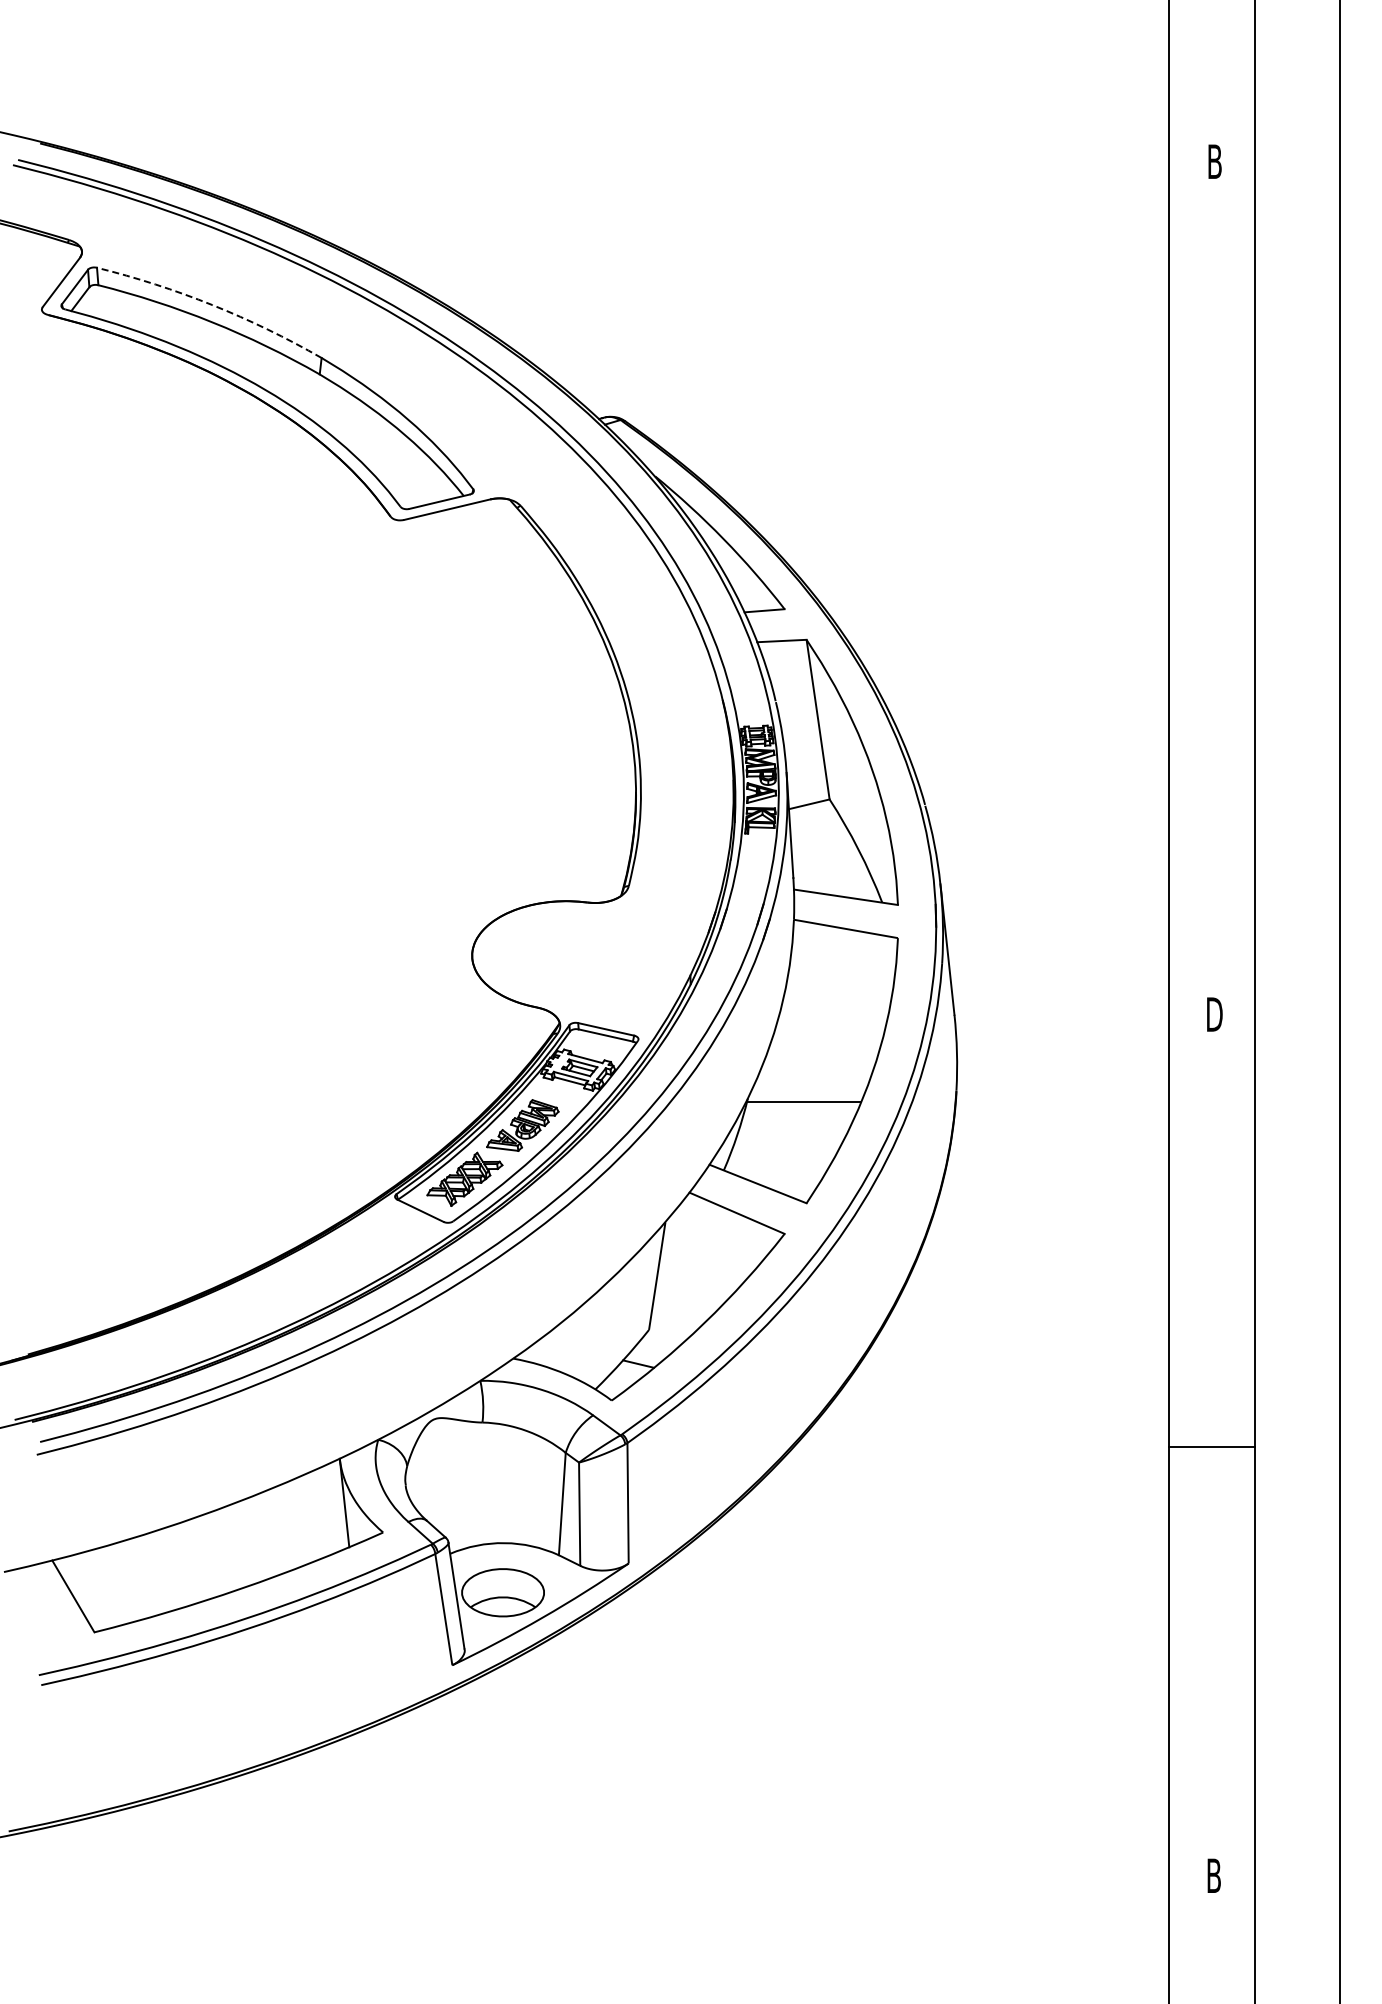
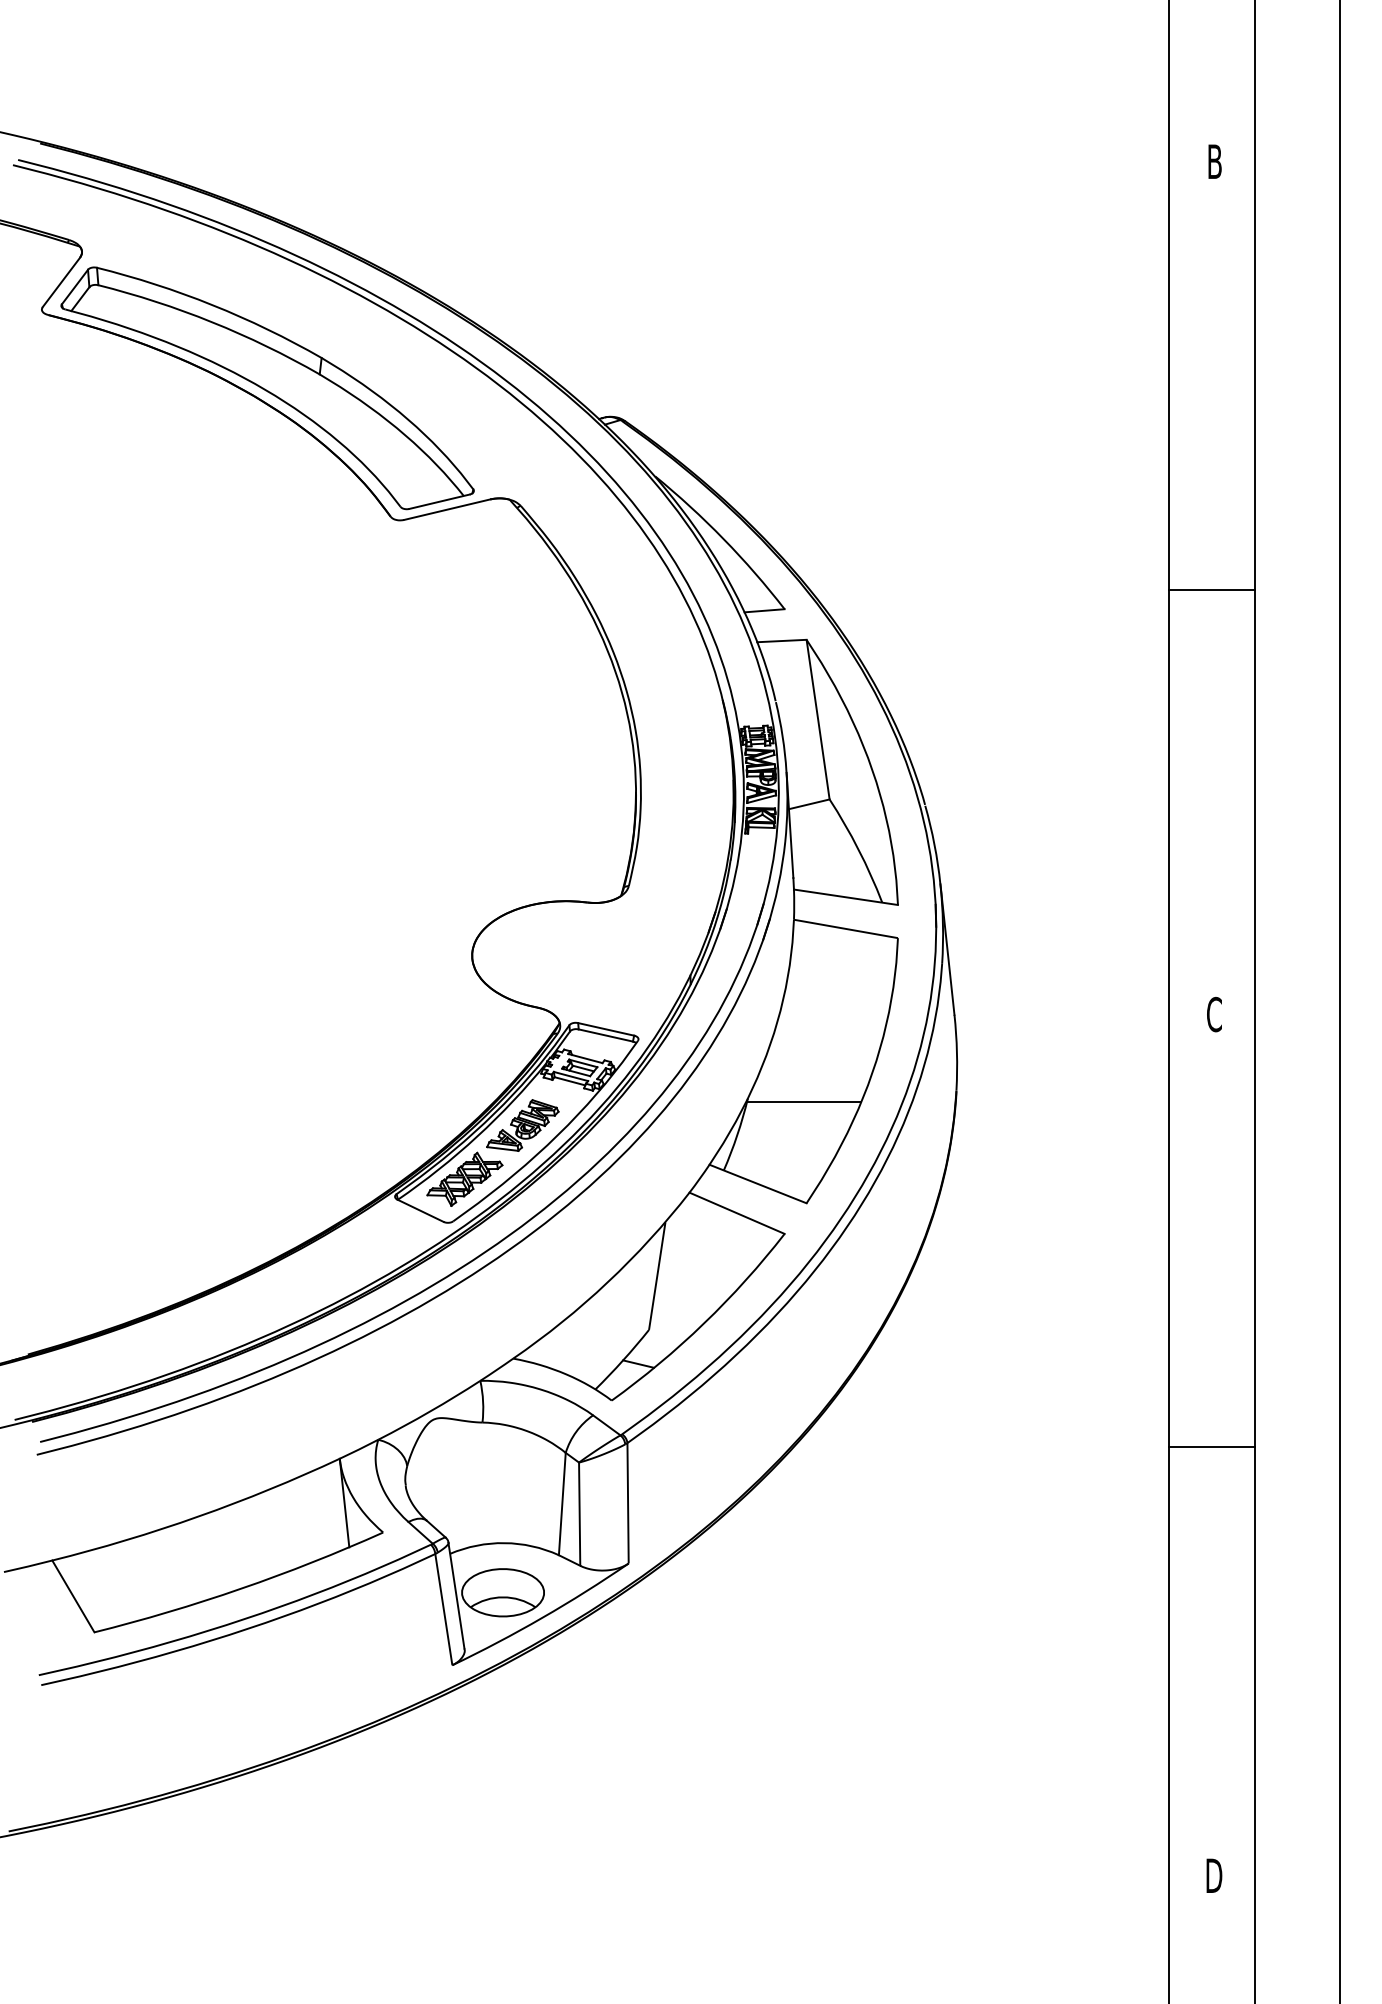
arc at (212, 305): dashed -> solid
line at (1211, 590): none -> present
text at (1214, 1014): D -> C
text at (1214, 1875): B -> D
